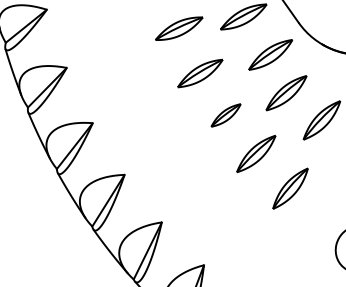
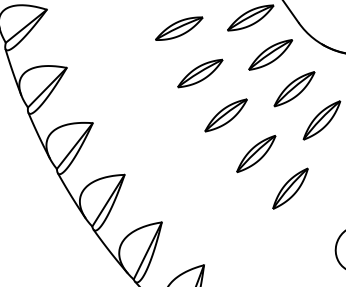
part at (243, 16) position: (243, 16) -> (250, 17)
part at (286, 93) position: (286, 93) -> (294, 89)
part at (225, 115) size: 32x25 px -> 44x35 px
